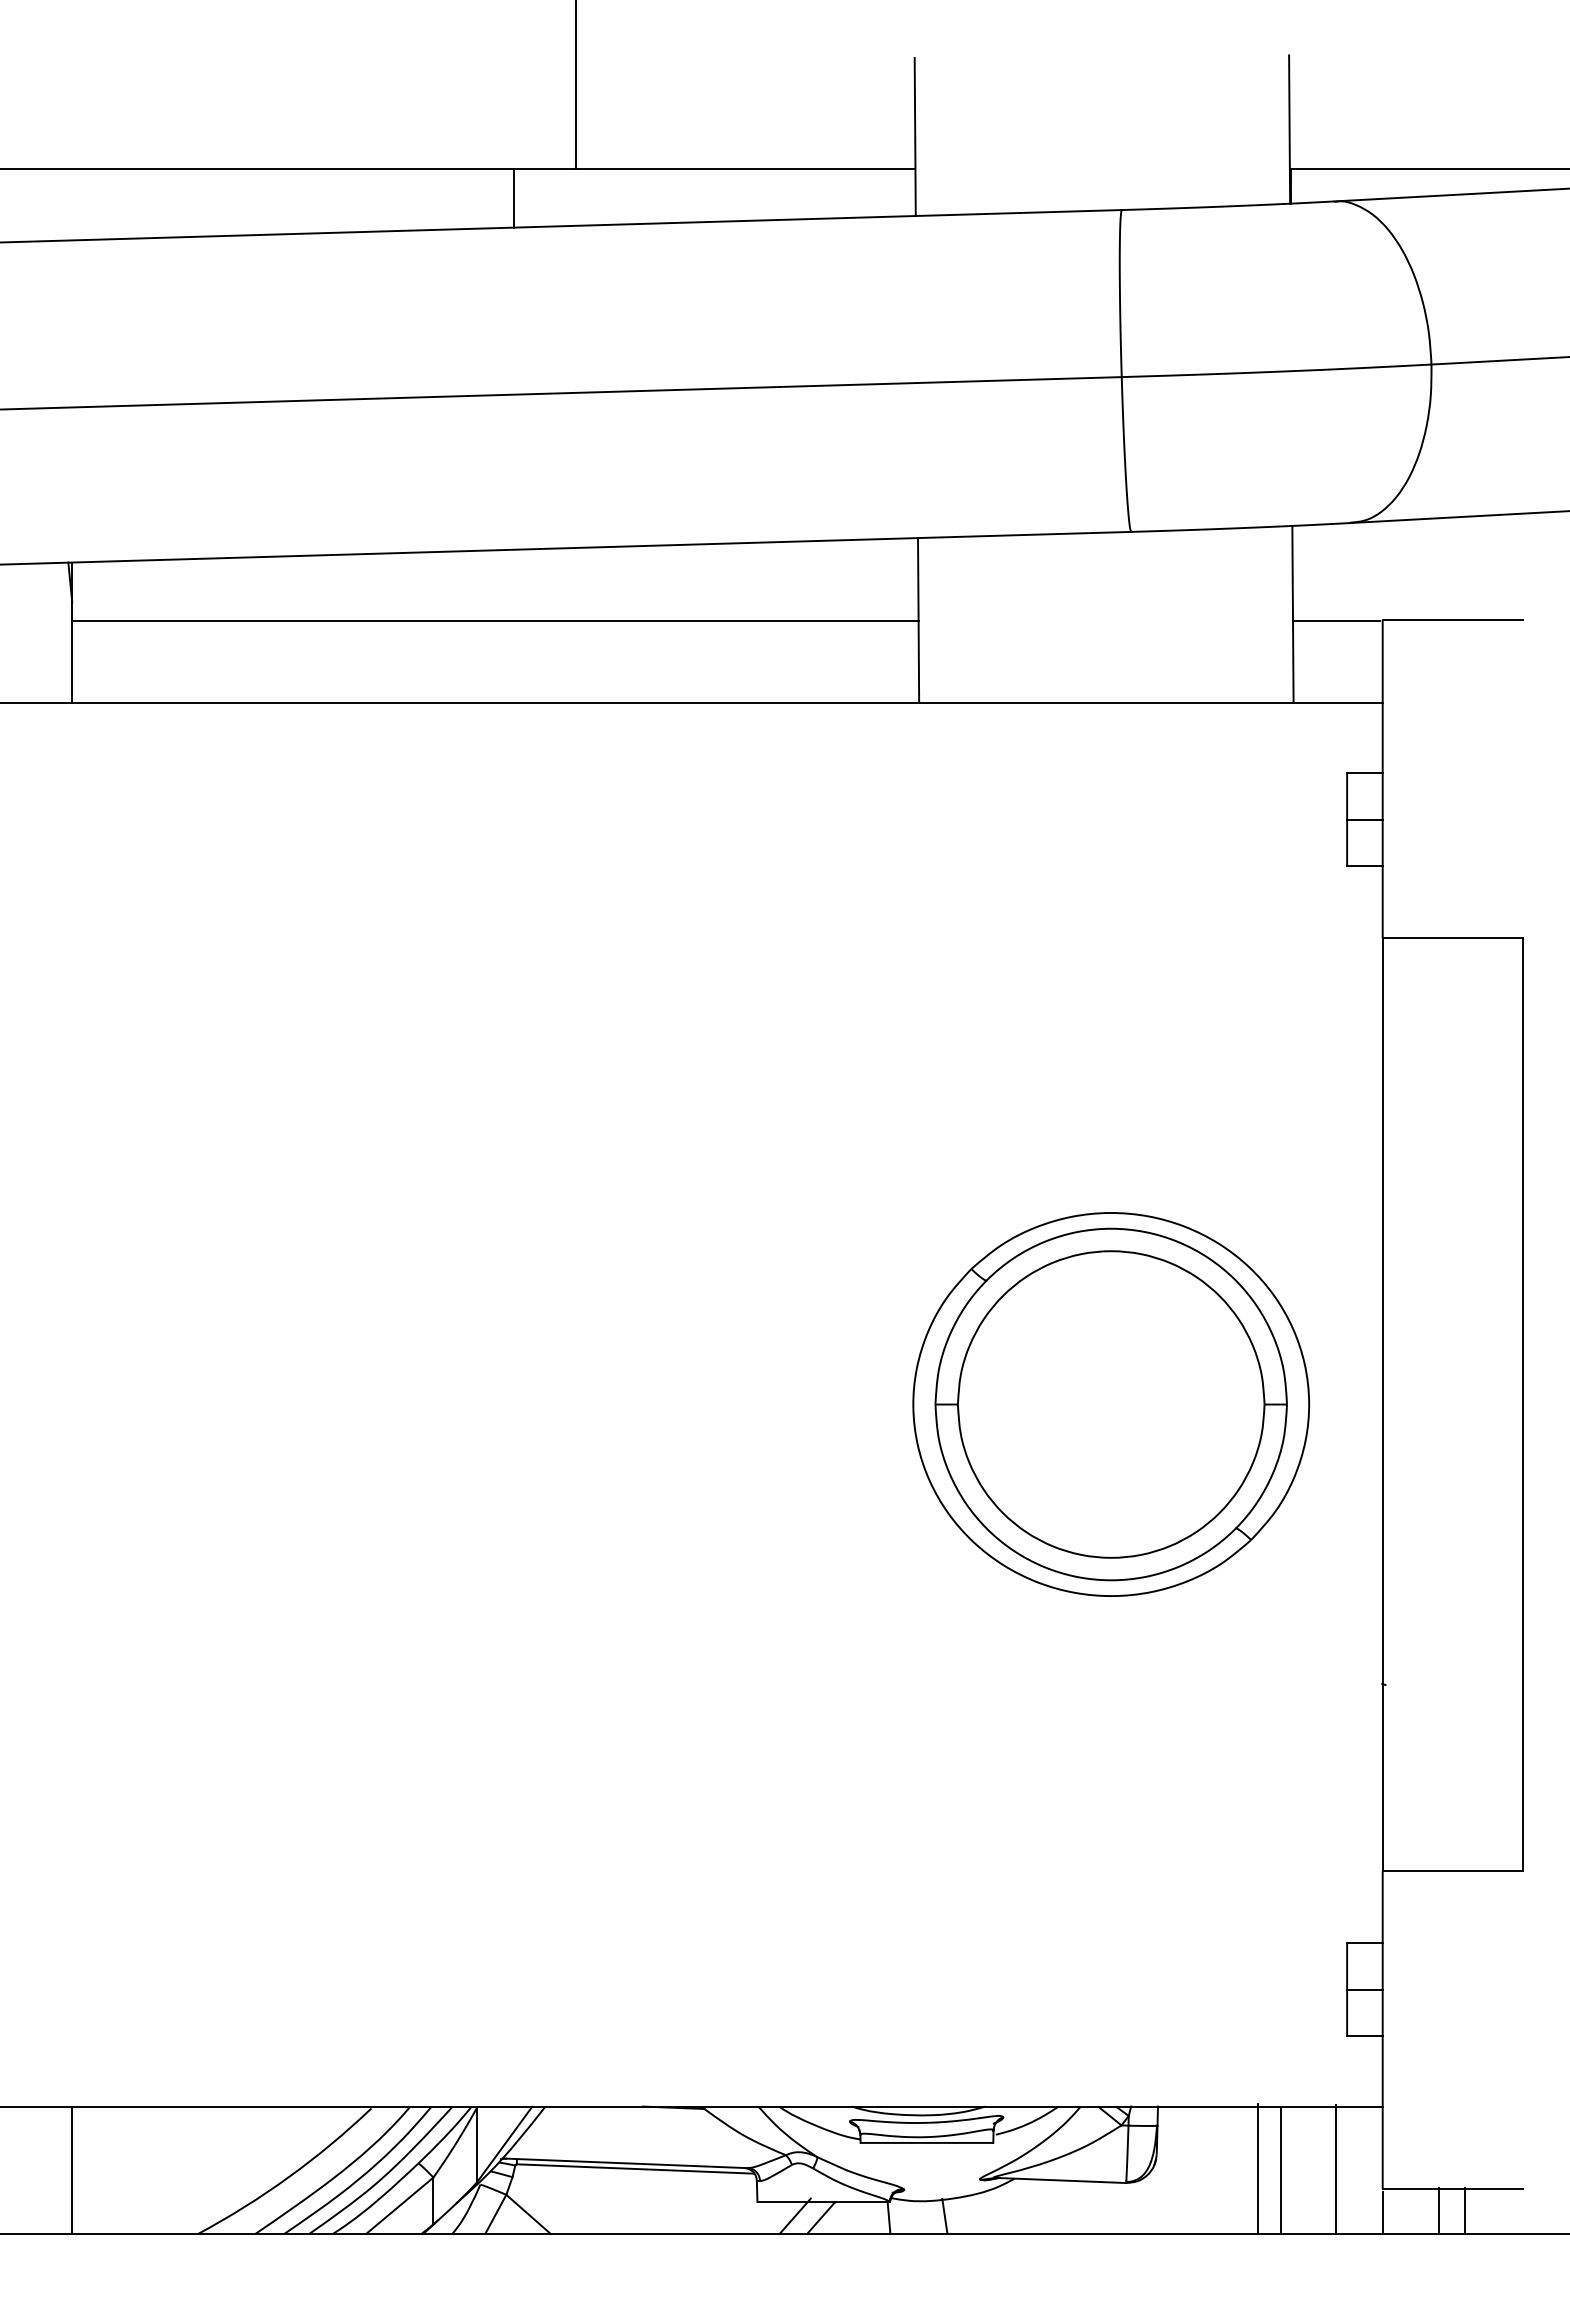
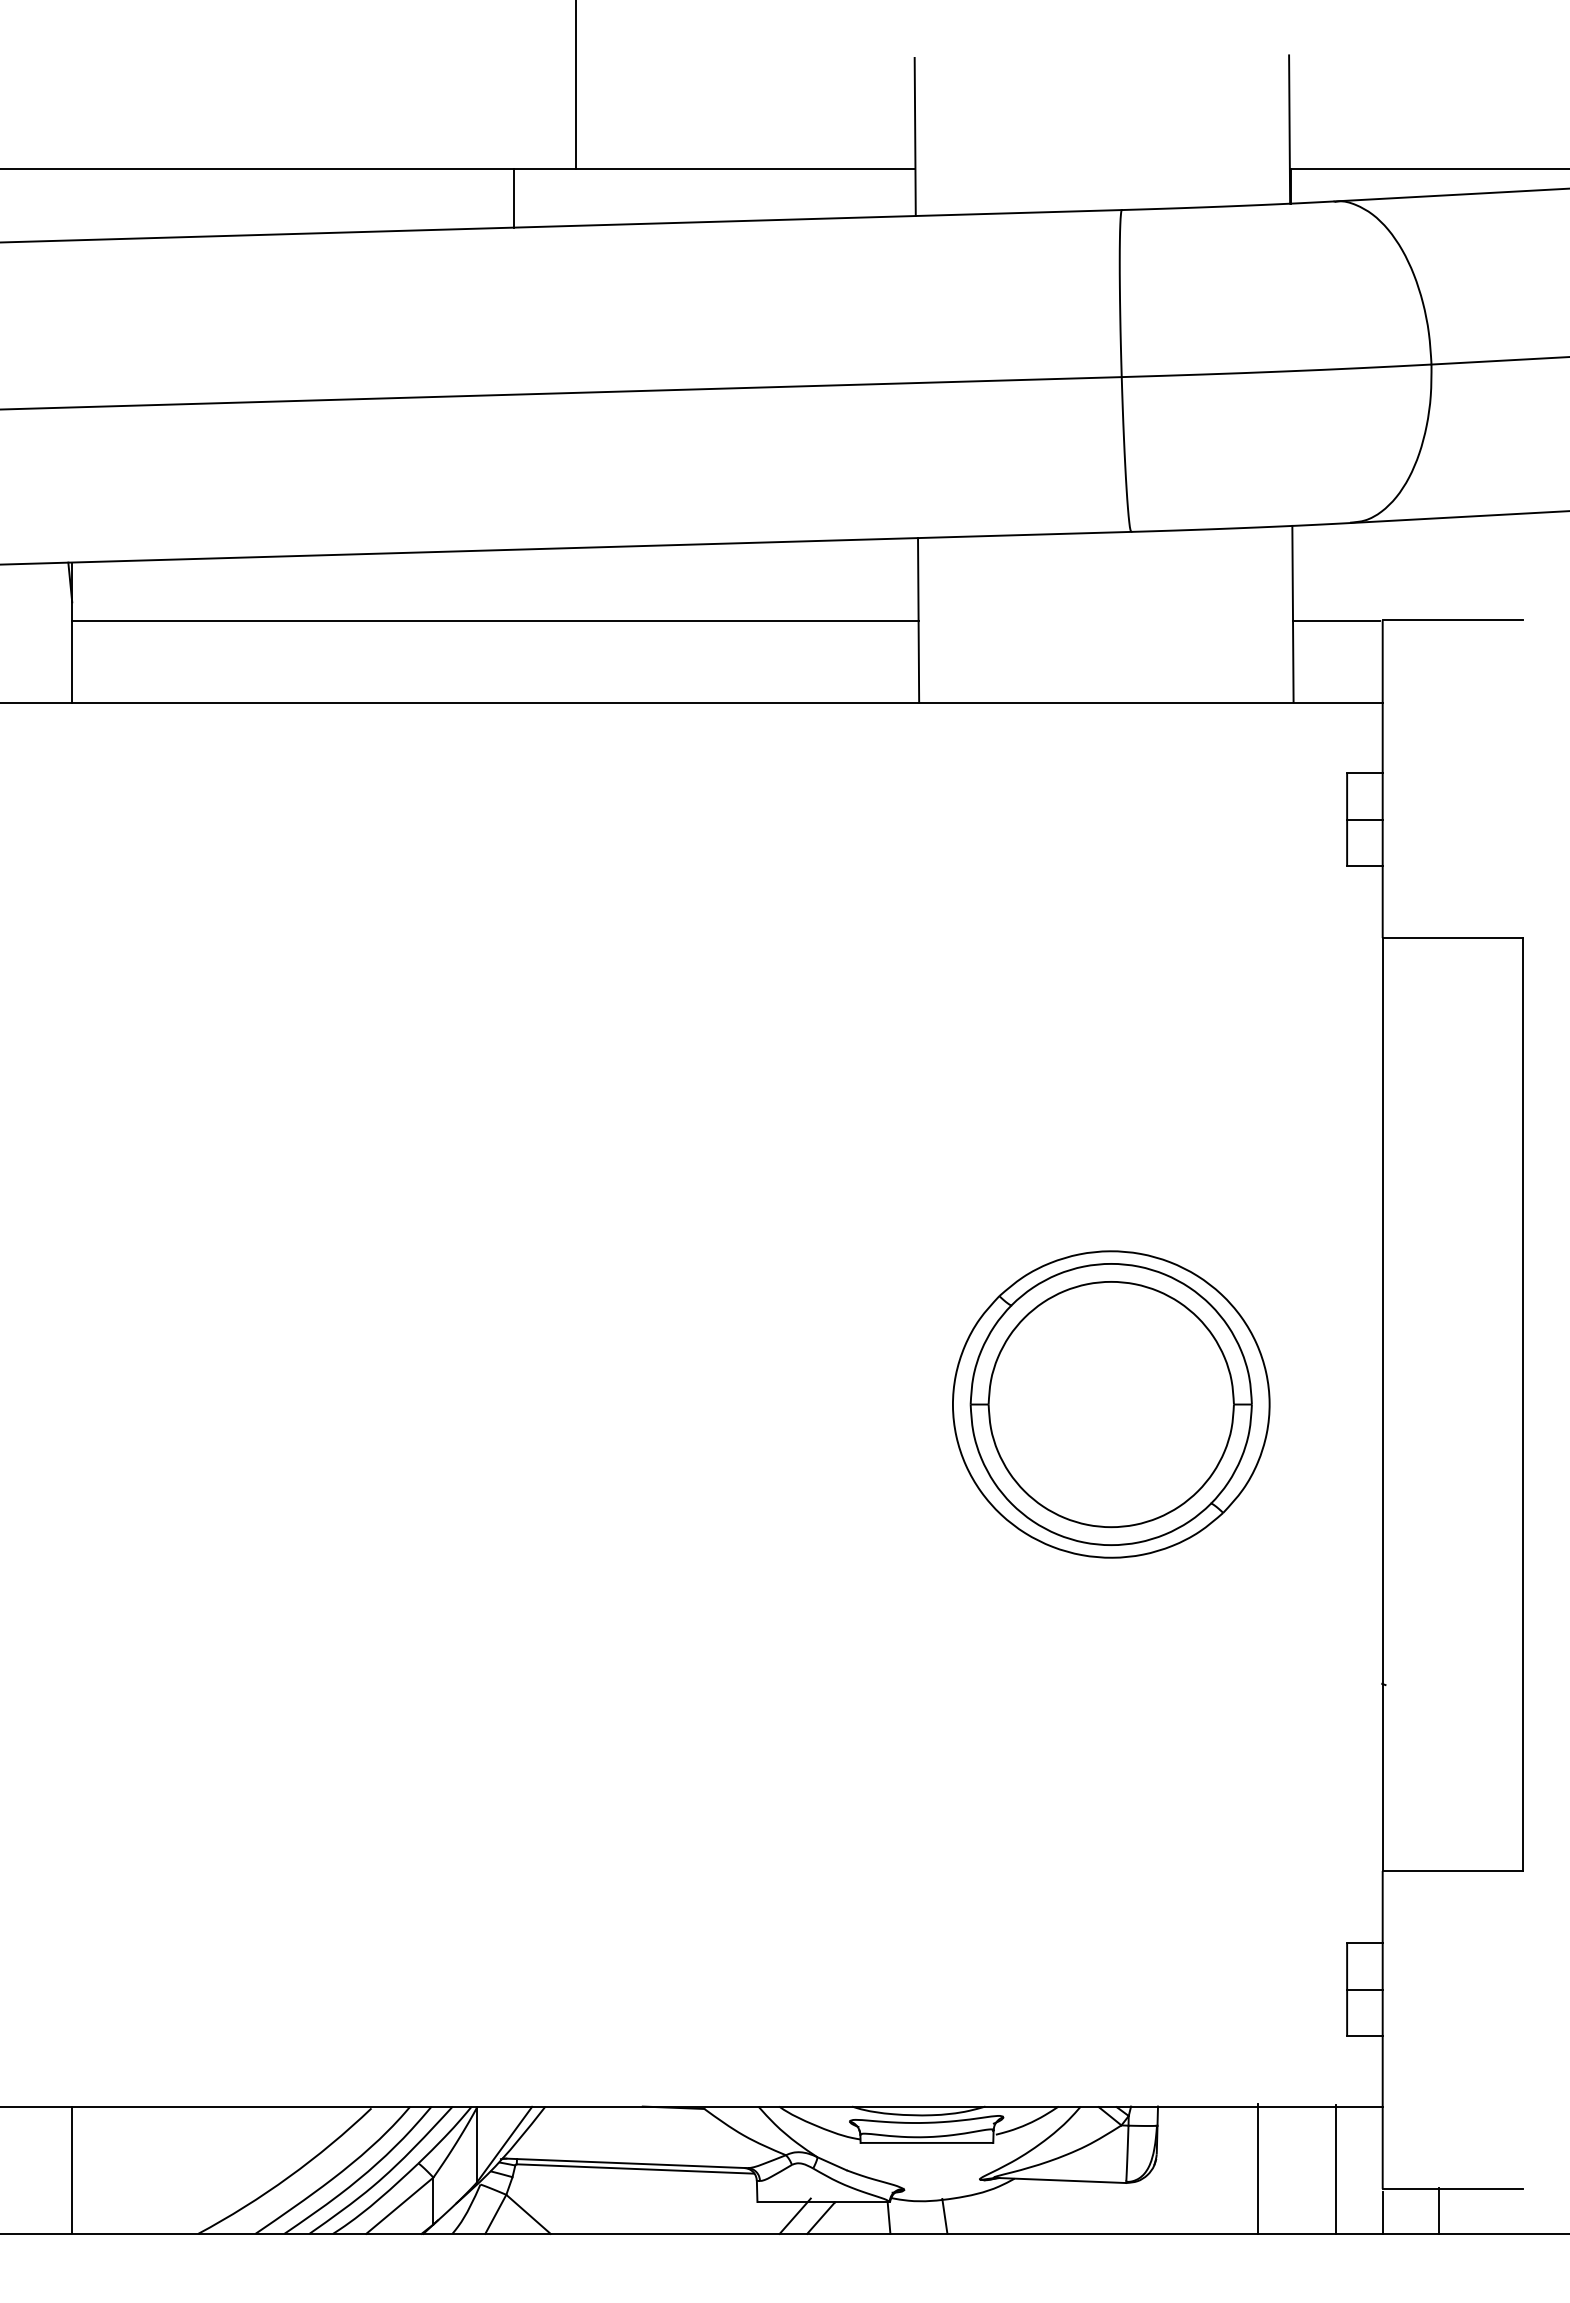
part at (1111, 1404) size: 399x385 px -> 319x309 px
line at (1281, 2169): present -> none
line at (1465, 2210): present -> none
